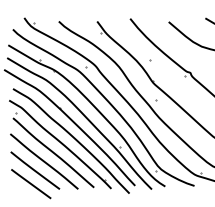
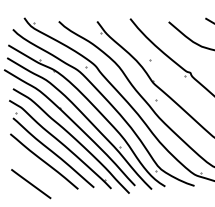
line at (35, 170): present -> none
